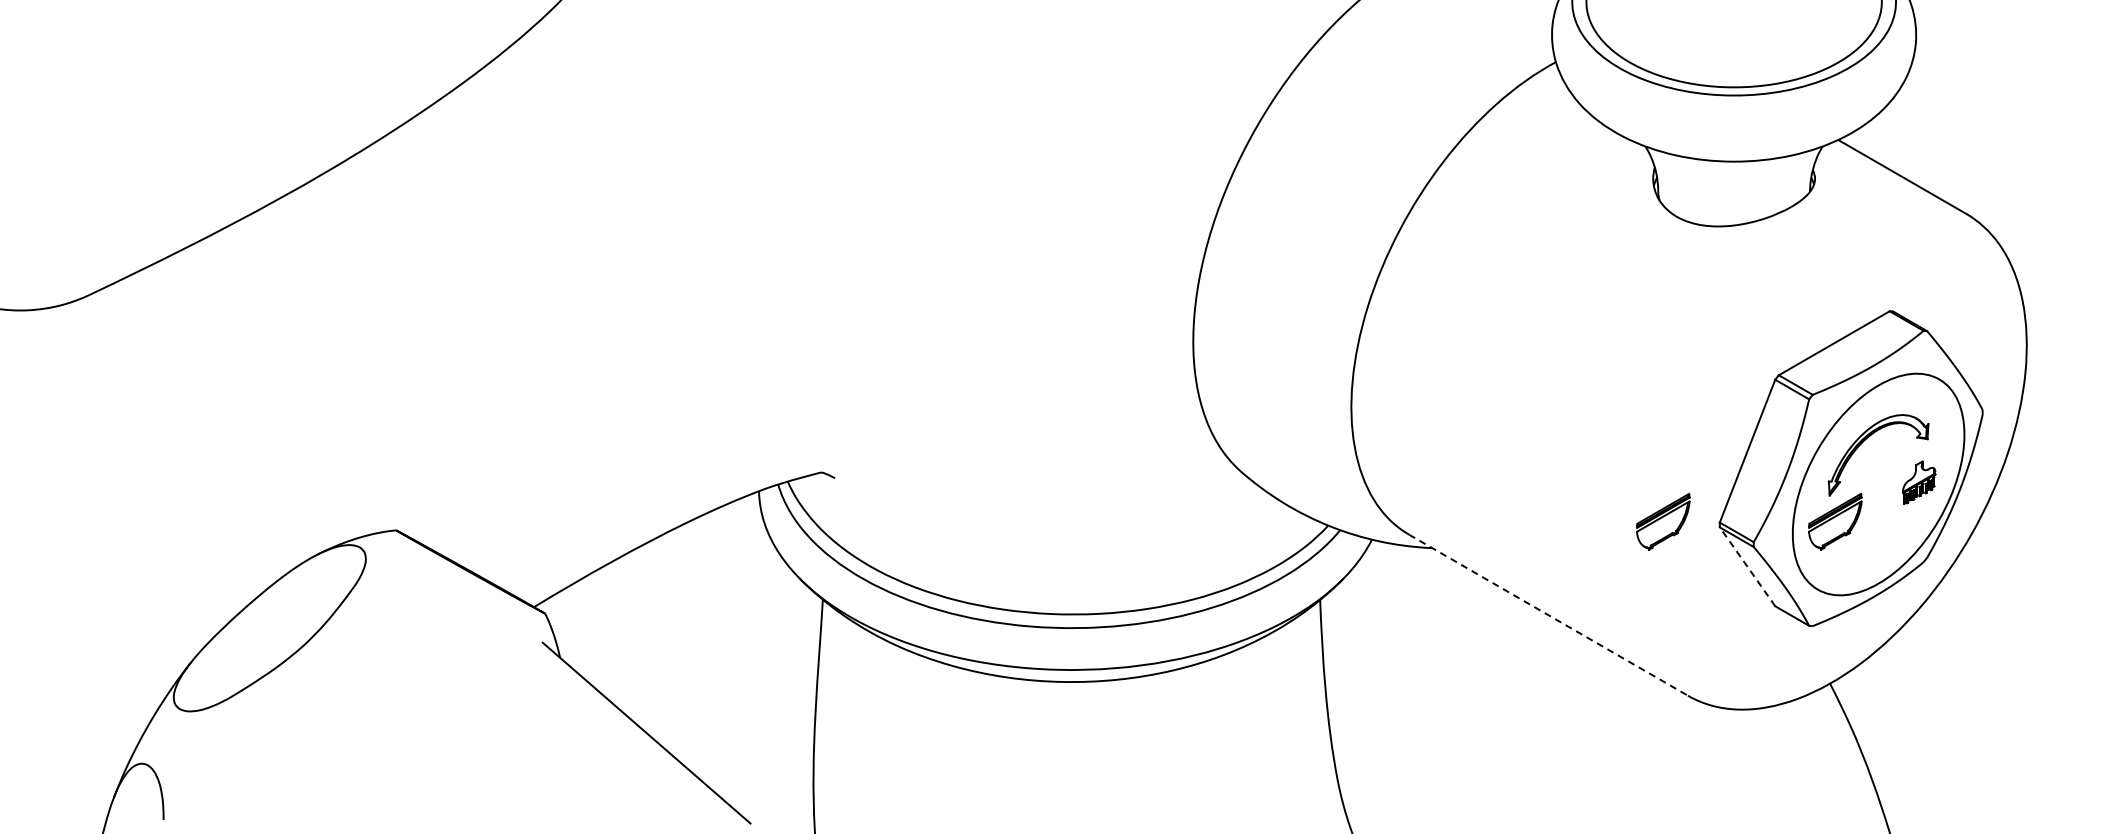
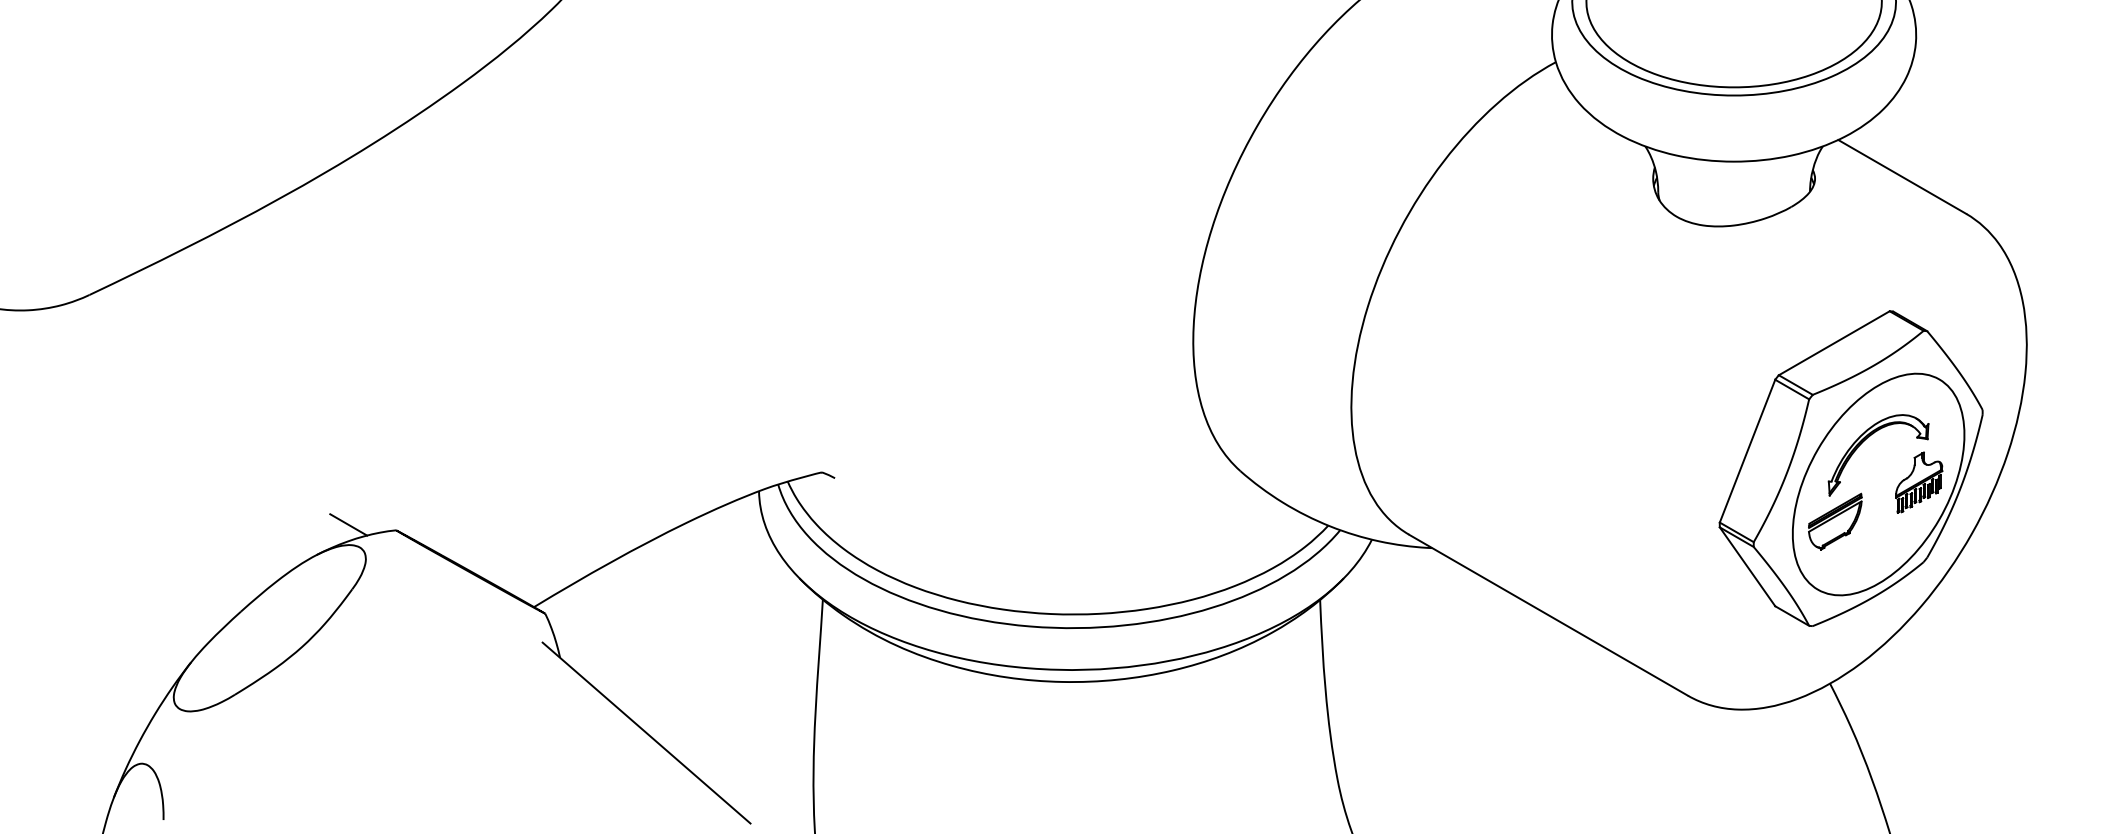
part at (1919, 482) size: 35x45 px -> 49x63 px
part at (1663, 521): present -> none
line at (348, 524): none -> present
line at (1747, 566): dashed -> solid
line at (1548, 615): dashed -> solid
